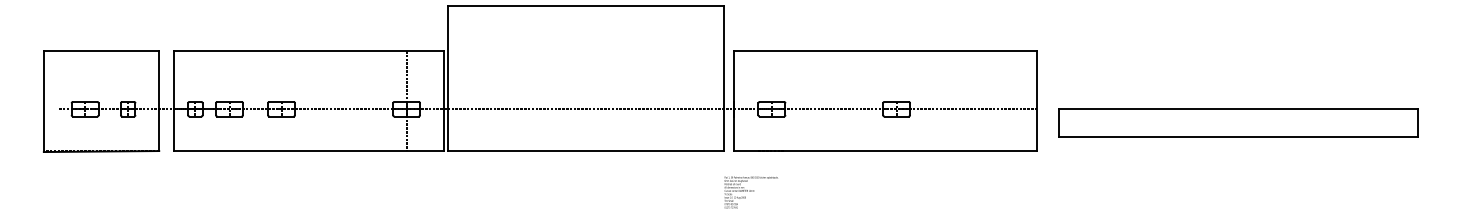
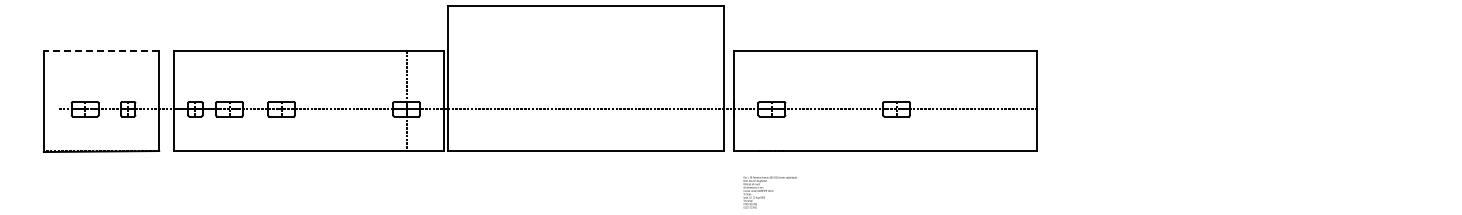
line at (101, 51): solid -> dashed
part at (1238, 122): present -> none
text at (750, 192) position: (750, 192) -> (769, 192)
